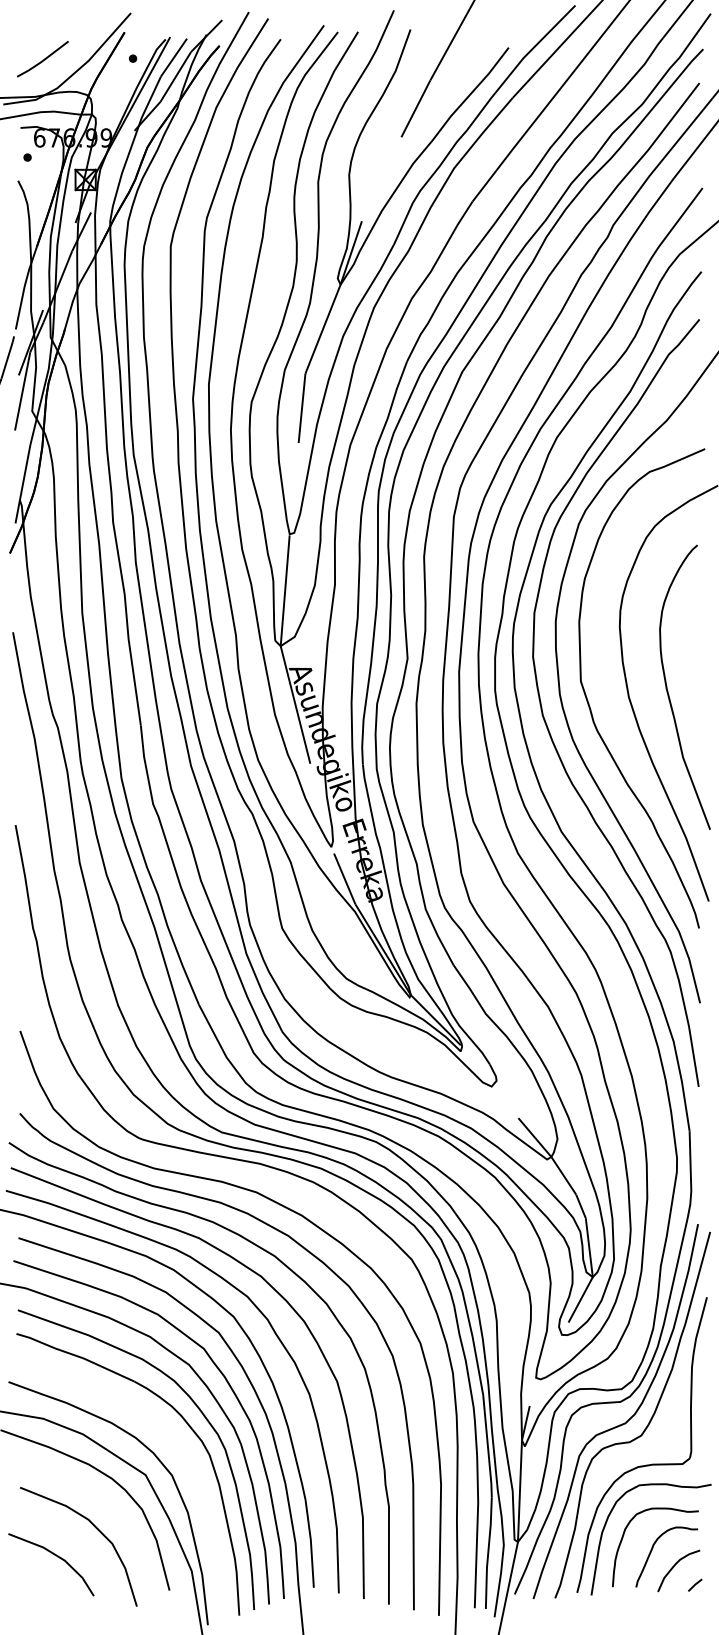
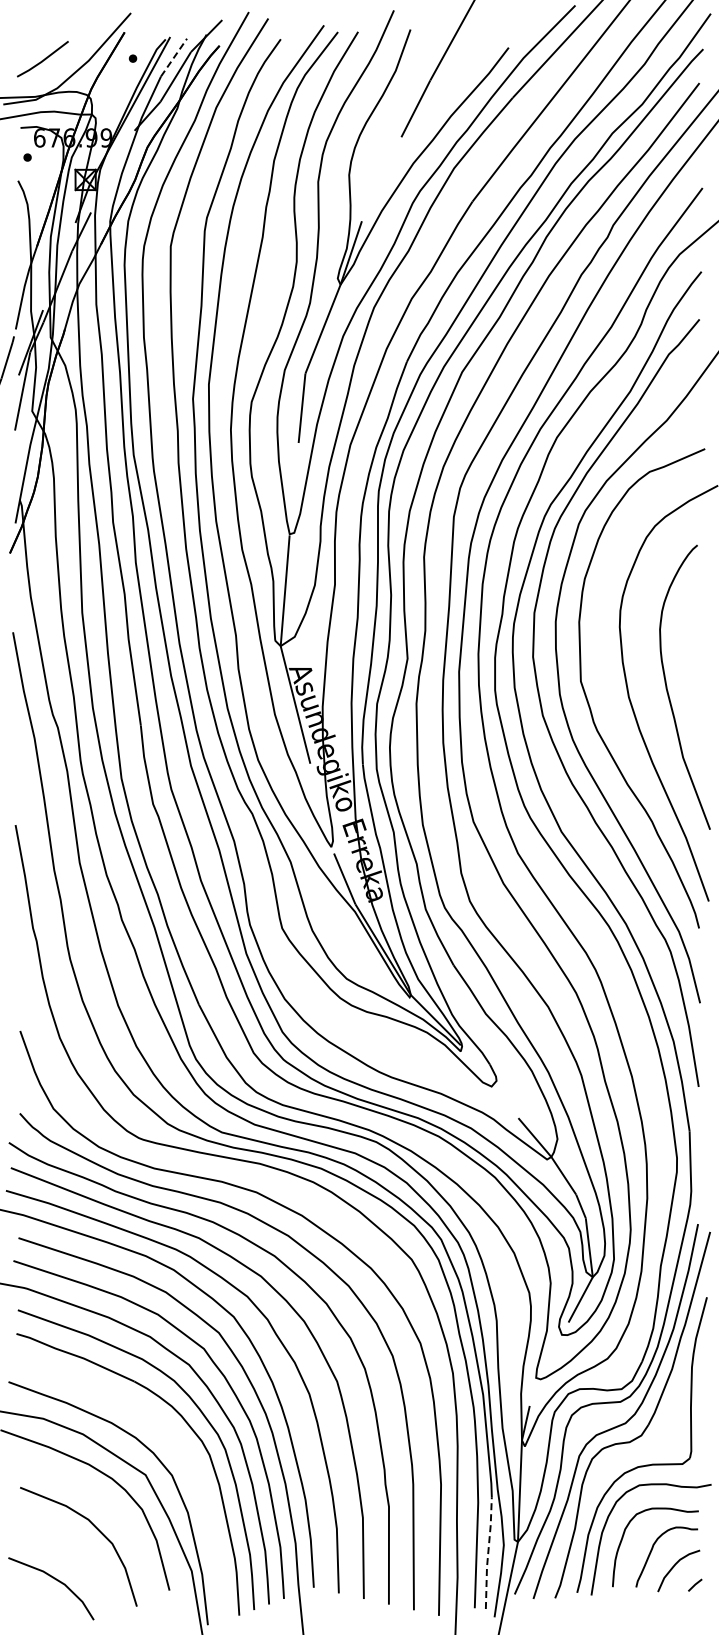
line at (174, 57): solid -> dashed
line at (488, 1552): solid -> dashed
line at (57, 1557) position: (57, 1557) -> (57, 1581)
